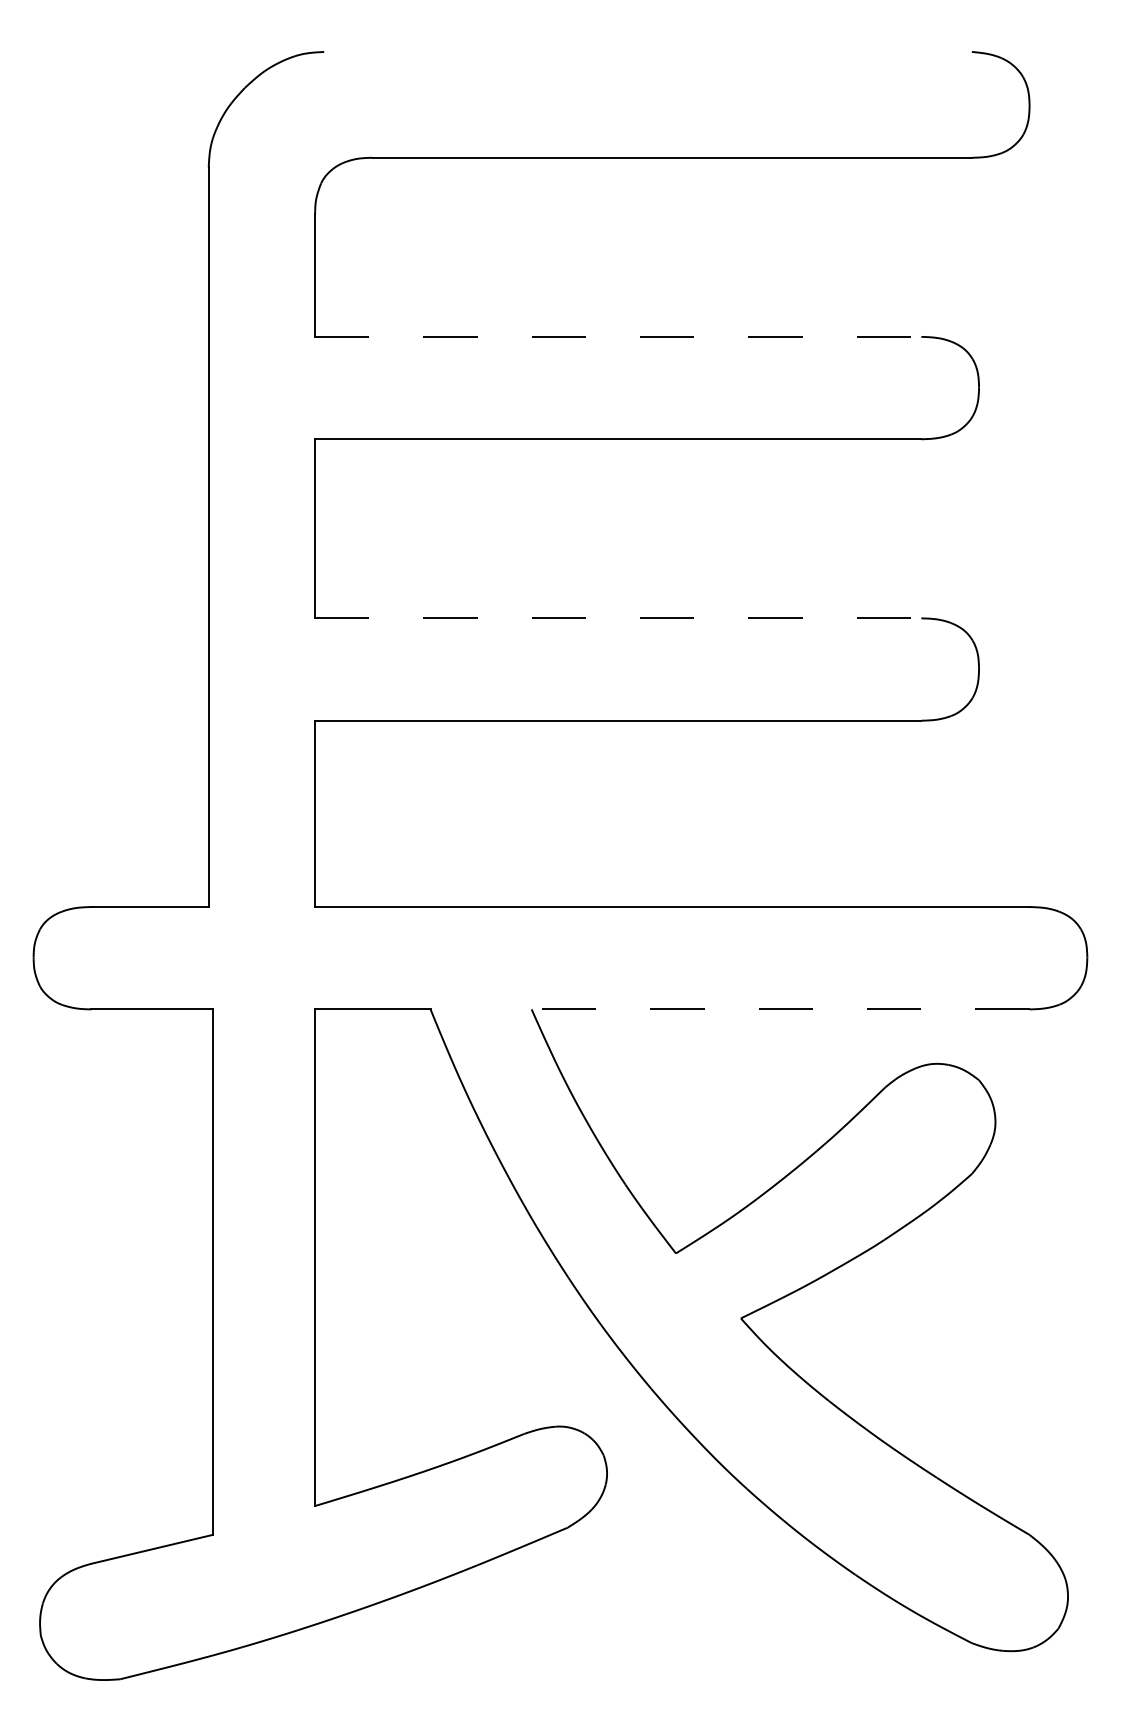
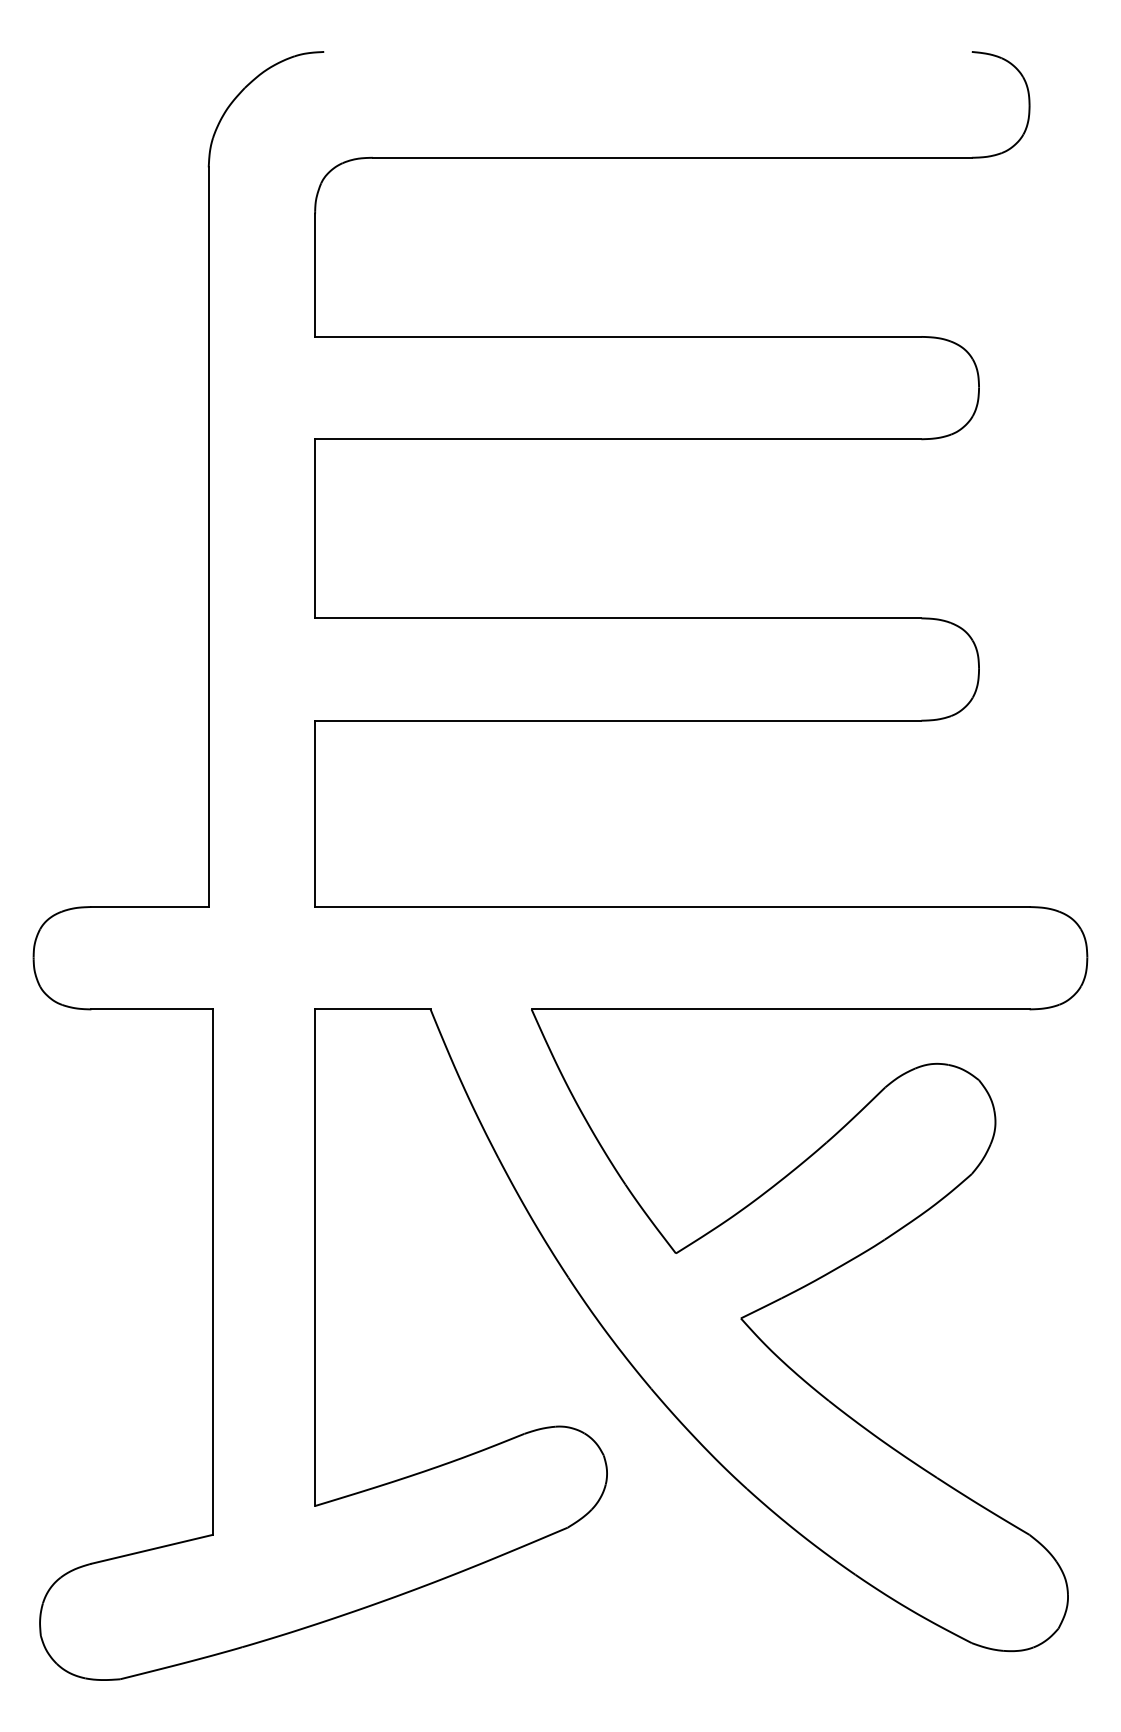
line at (618, 336): dashed -> solid
line at (618, 618): dashed -> solid
line at (780, 1009): dashed -> solid
